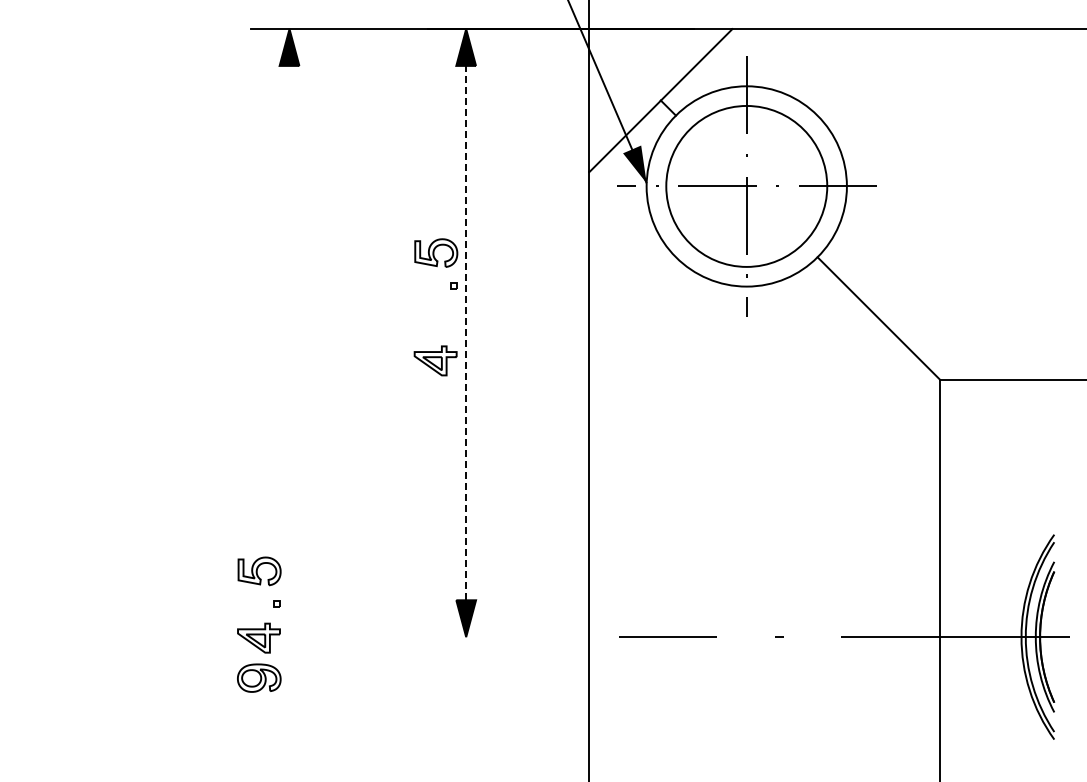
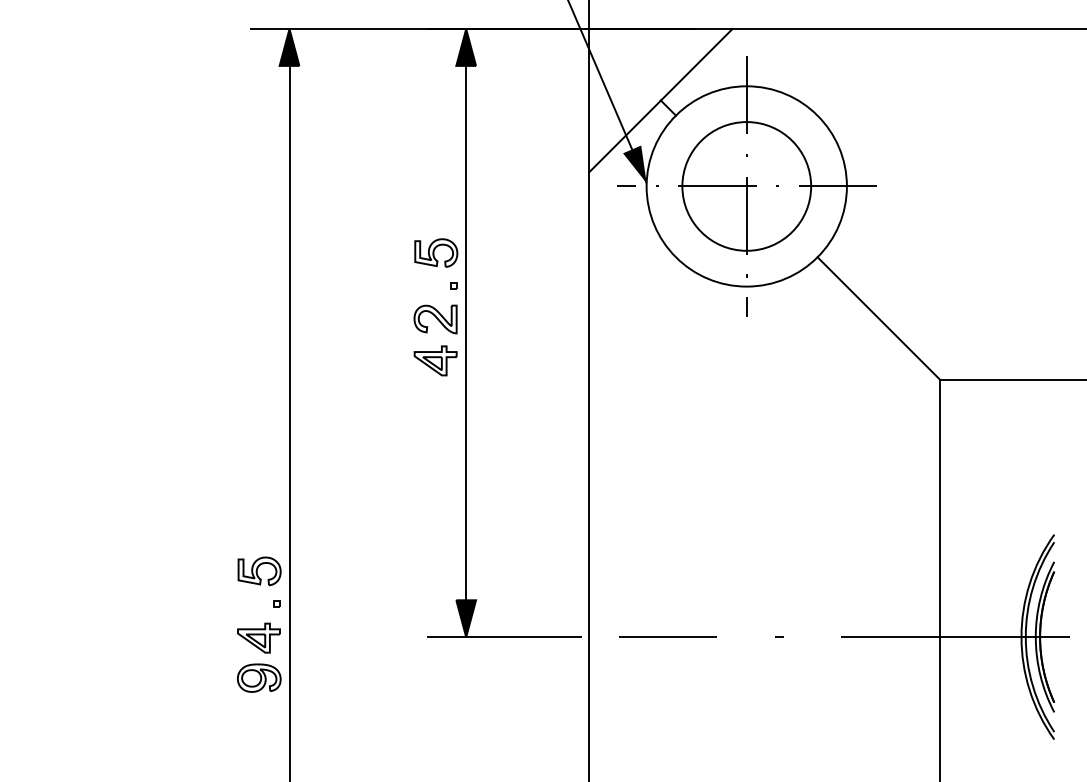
circle at (746, 185) diameter: 161 px -> 129 px
part at (435, 319): none -> present
line at (466, 332): dashed -> solid
line at (289, 421): none -> present
line at (504, 637): none -> present
